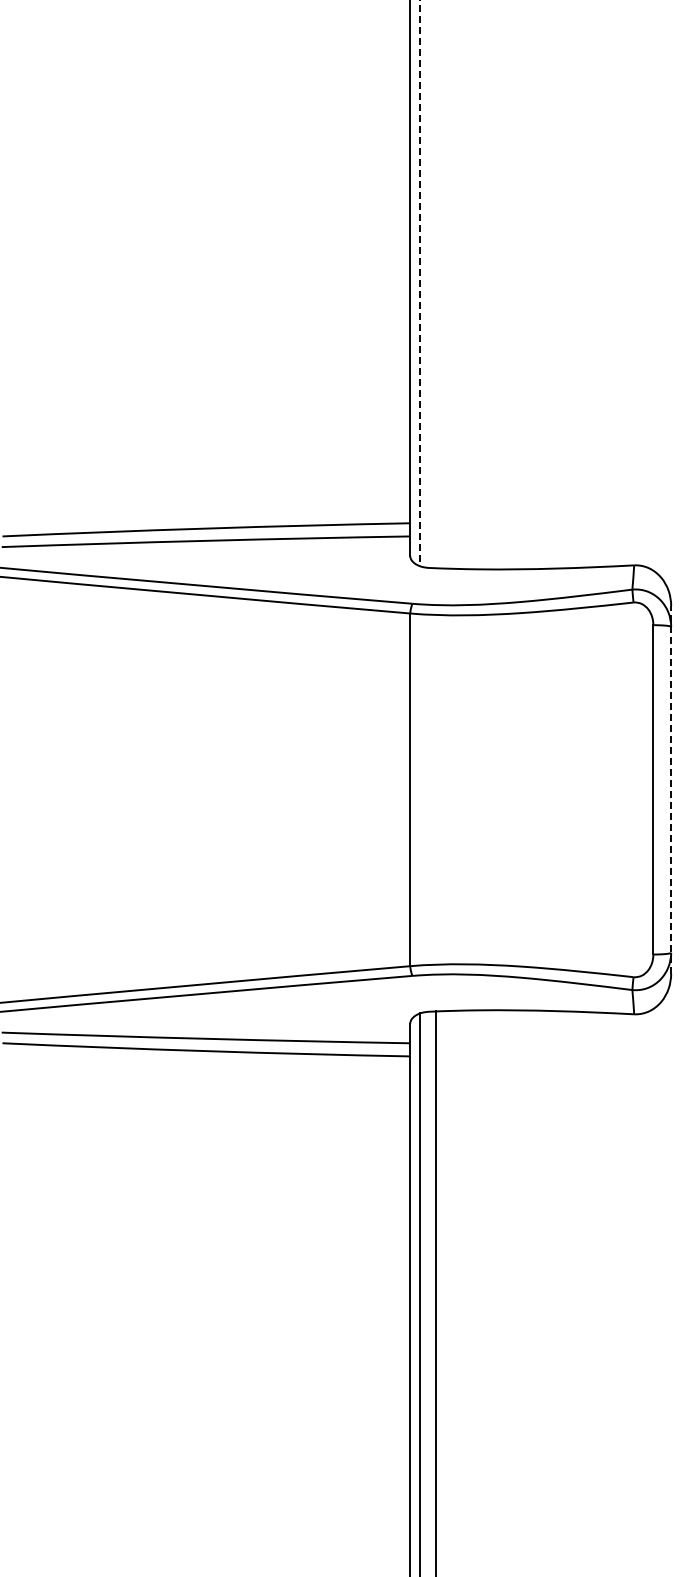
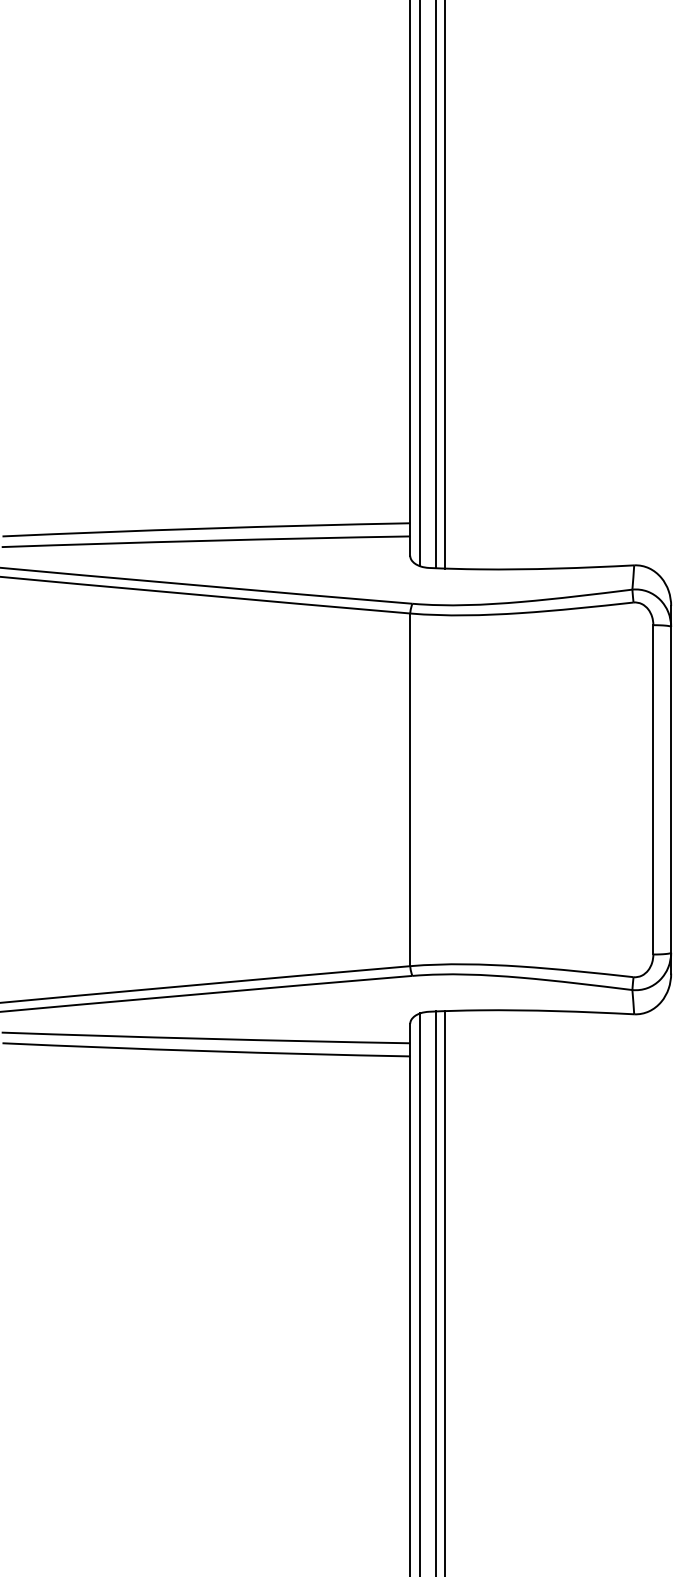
line at (420, 283): dashed -> solid
line at (436, 285): none -> present
line at (445, 285): none -> present
line at (671, 789): dashed -> solid
line at (445, 1292): none -> present
